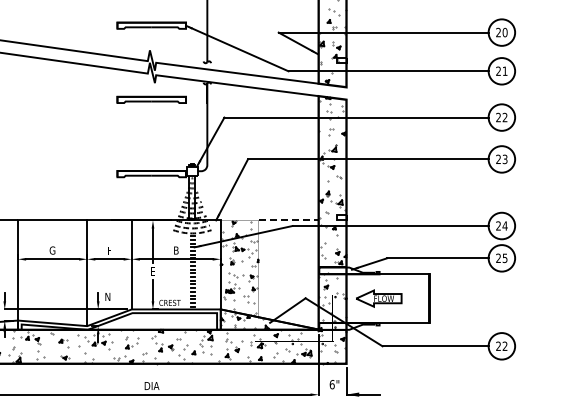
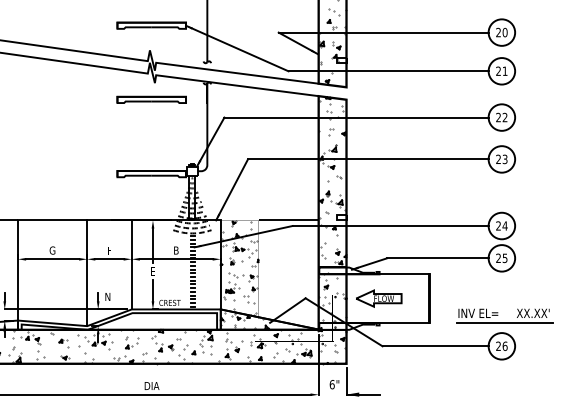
line at (289, 220): dashed -> solid
part at (504, 315): none -> present
text at (504, 345): 22 -> 26
